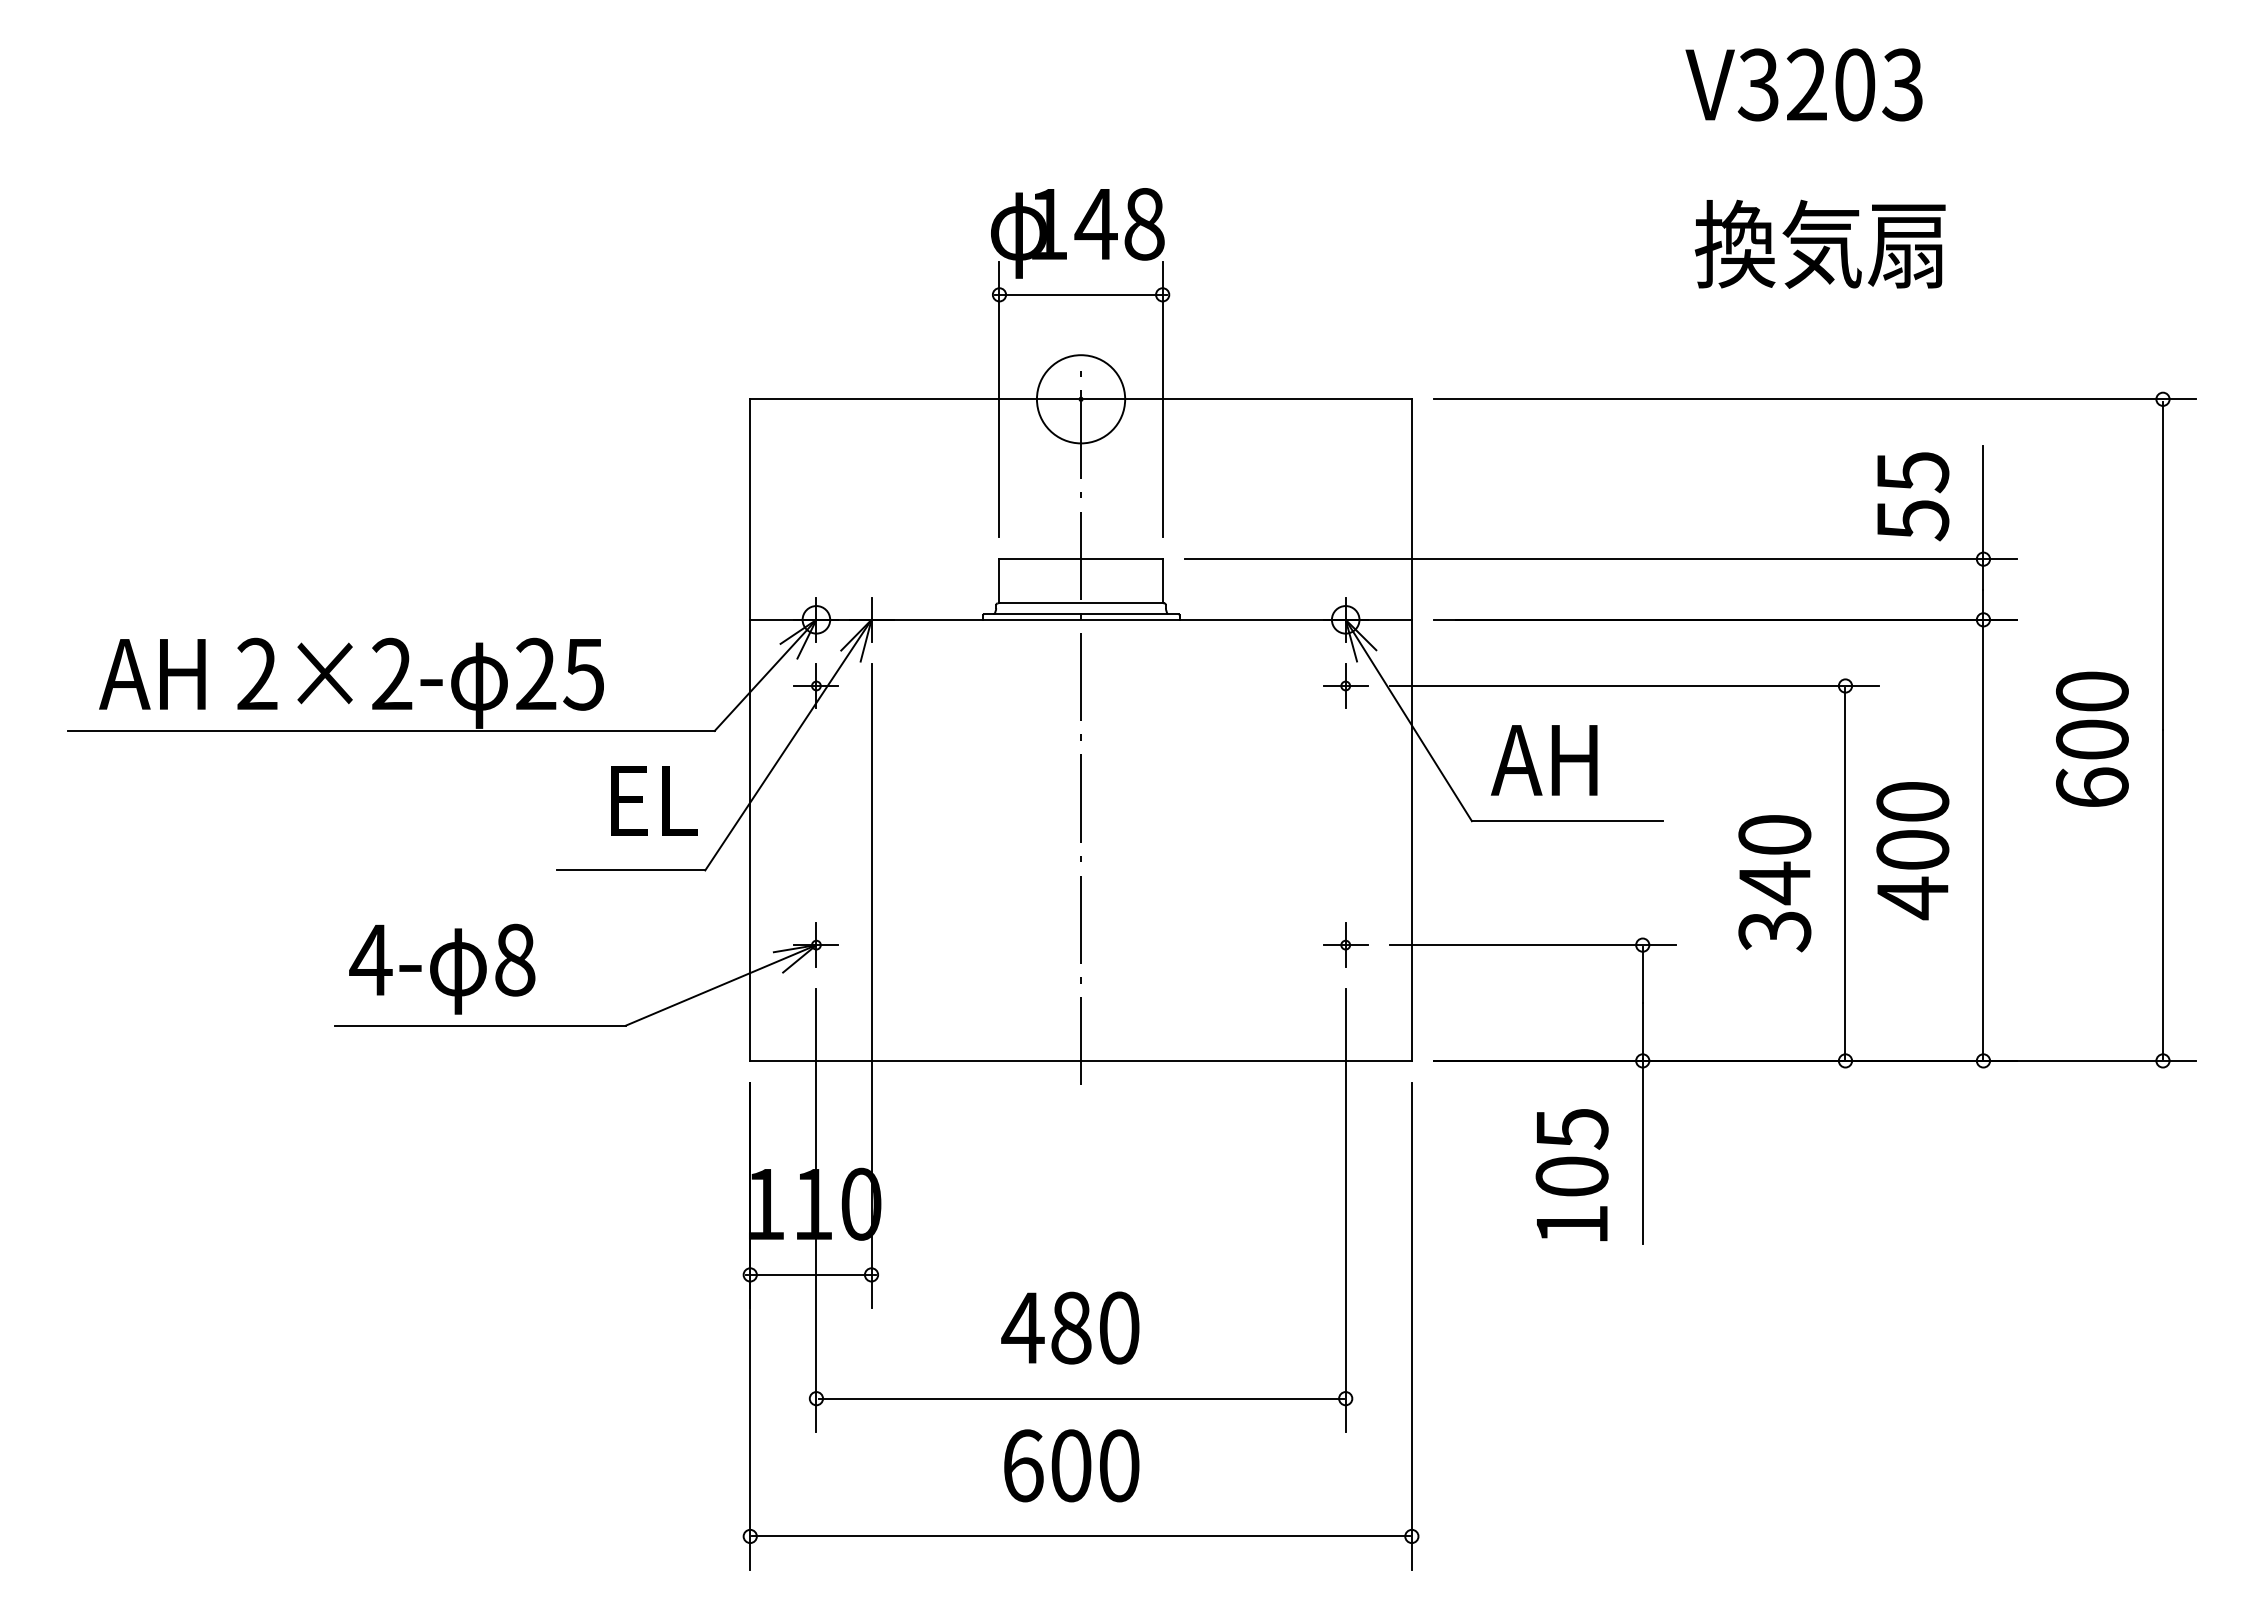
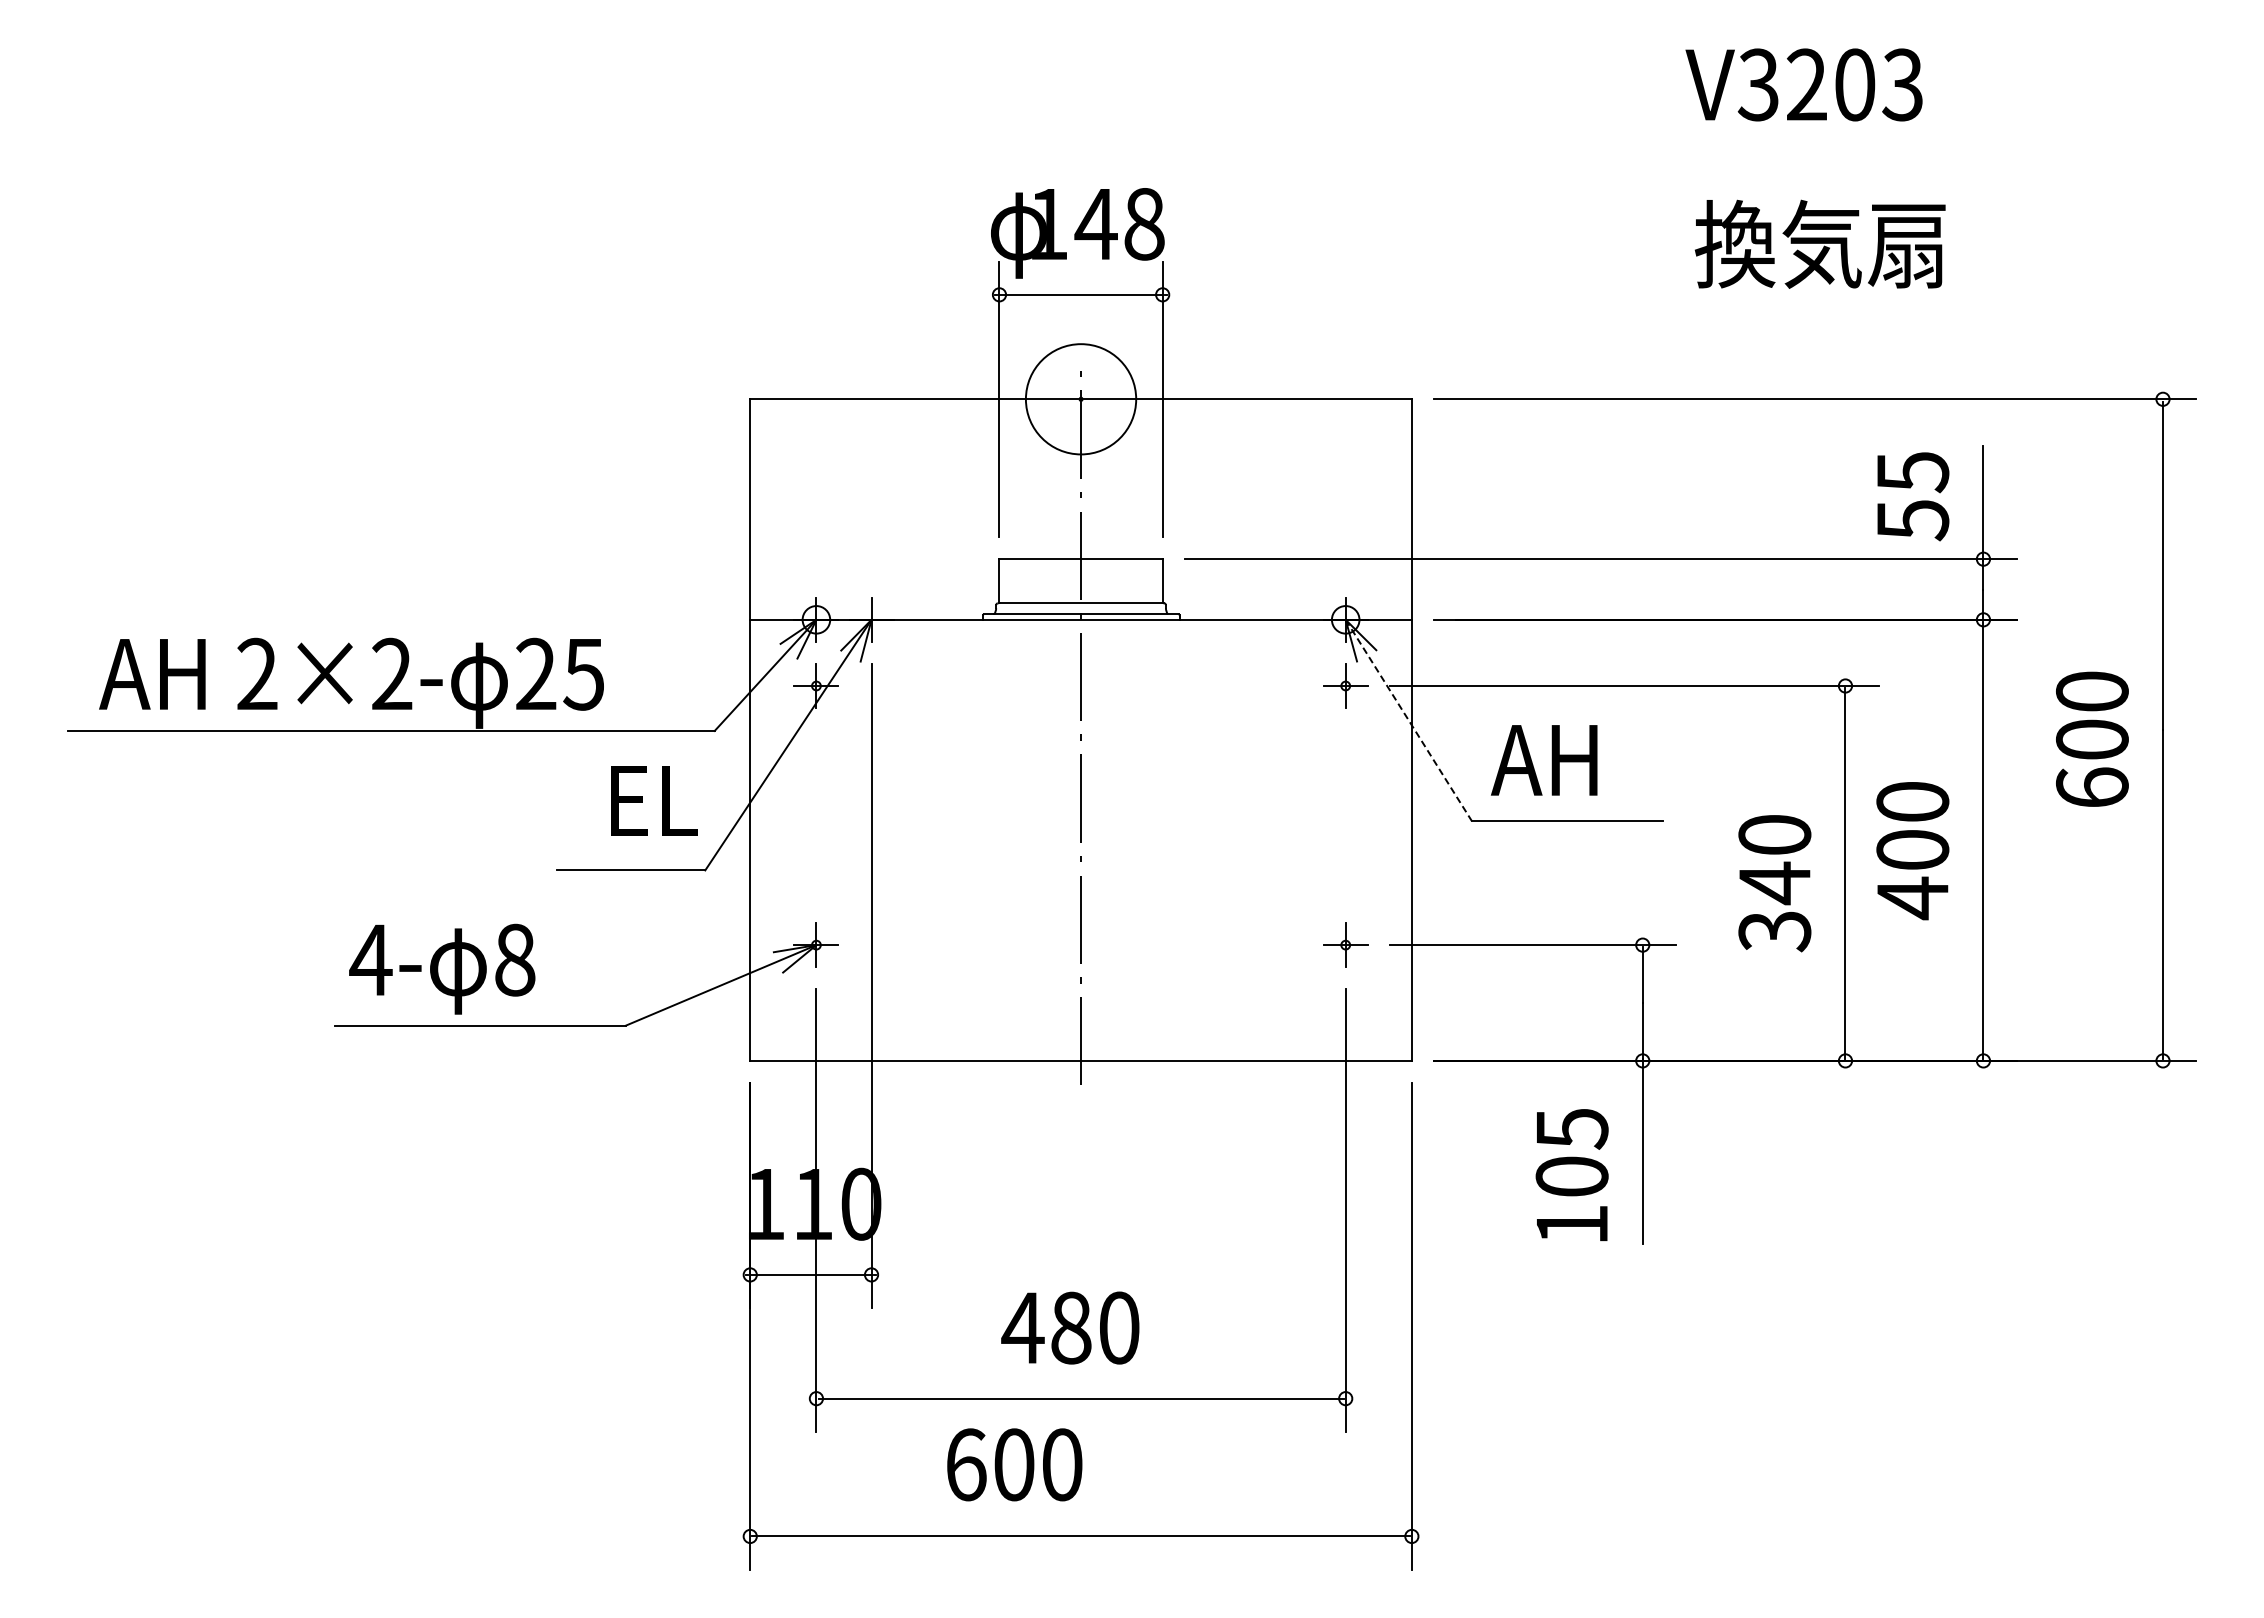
circle at (1080, 399) diameter: 88 px -> 110 px
line at (1408, 720): solid -> dashed
text at (1071, 1465) position: (1071, 1465) -> (1014, 1464)
